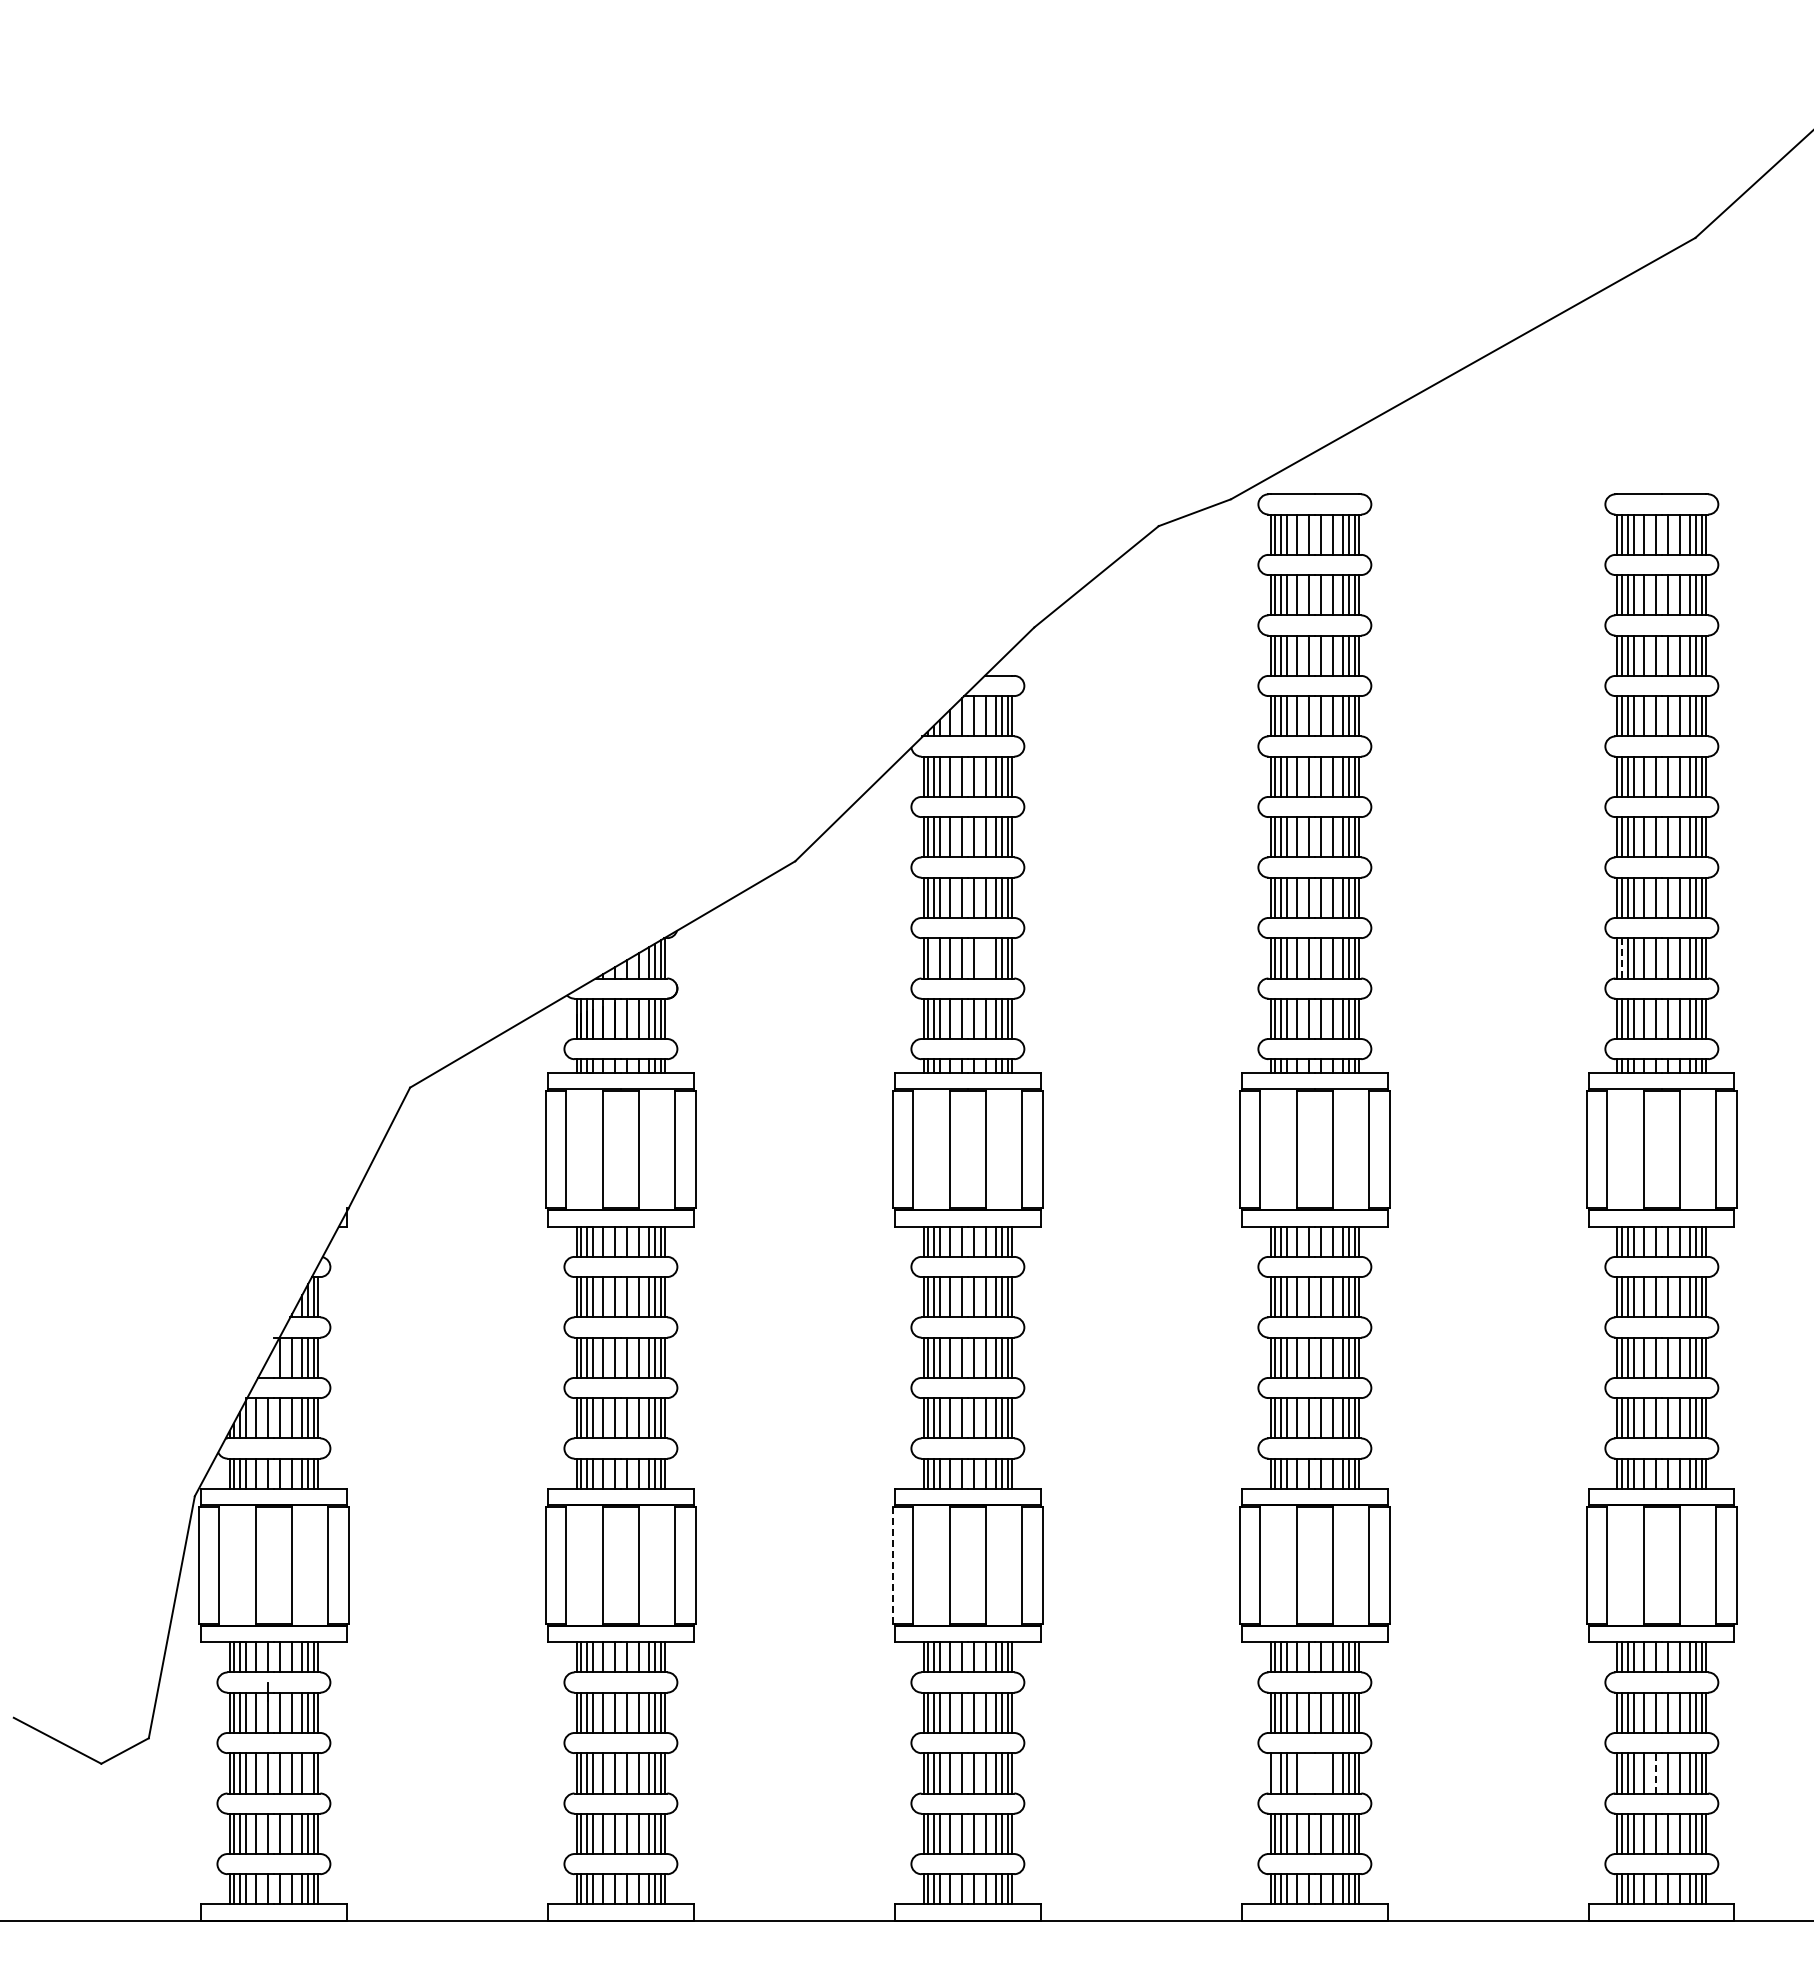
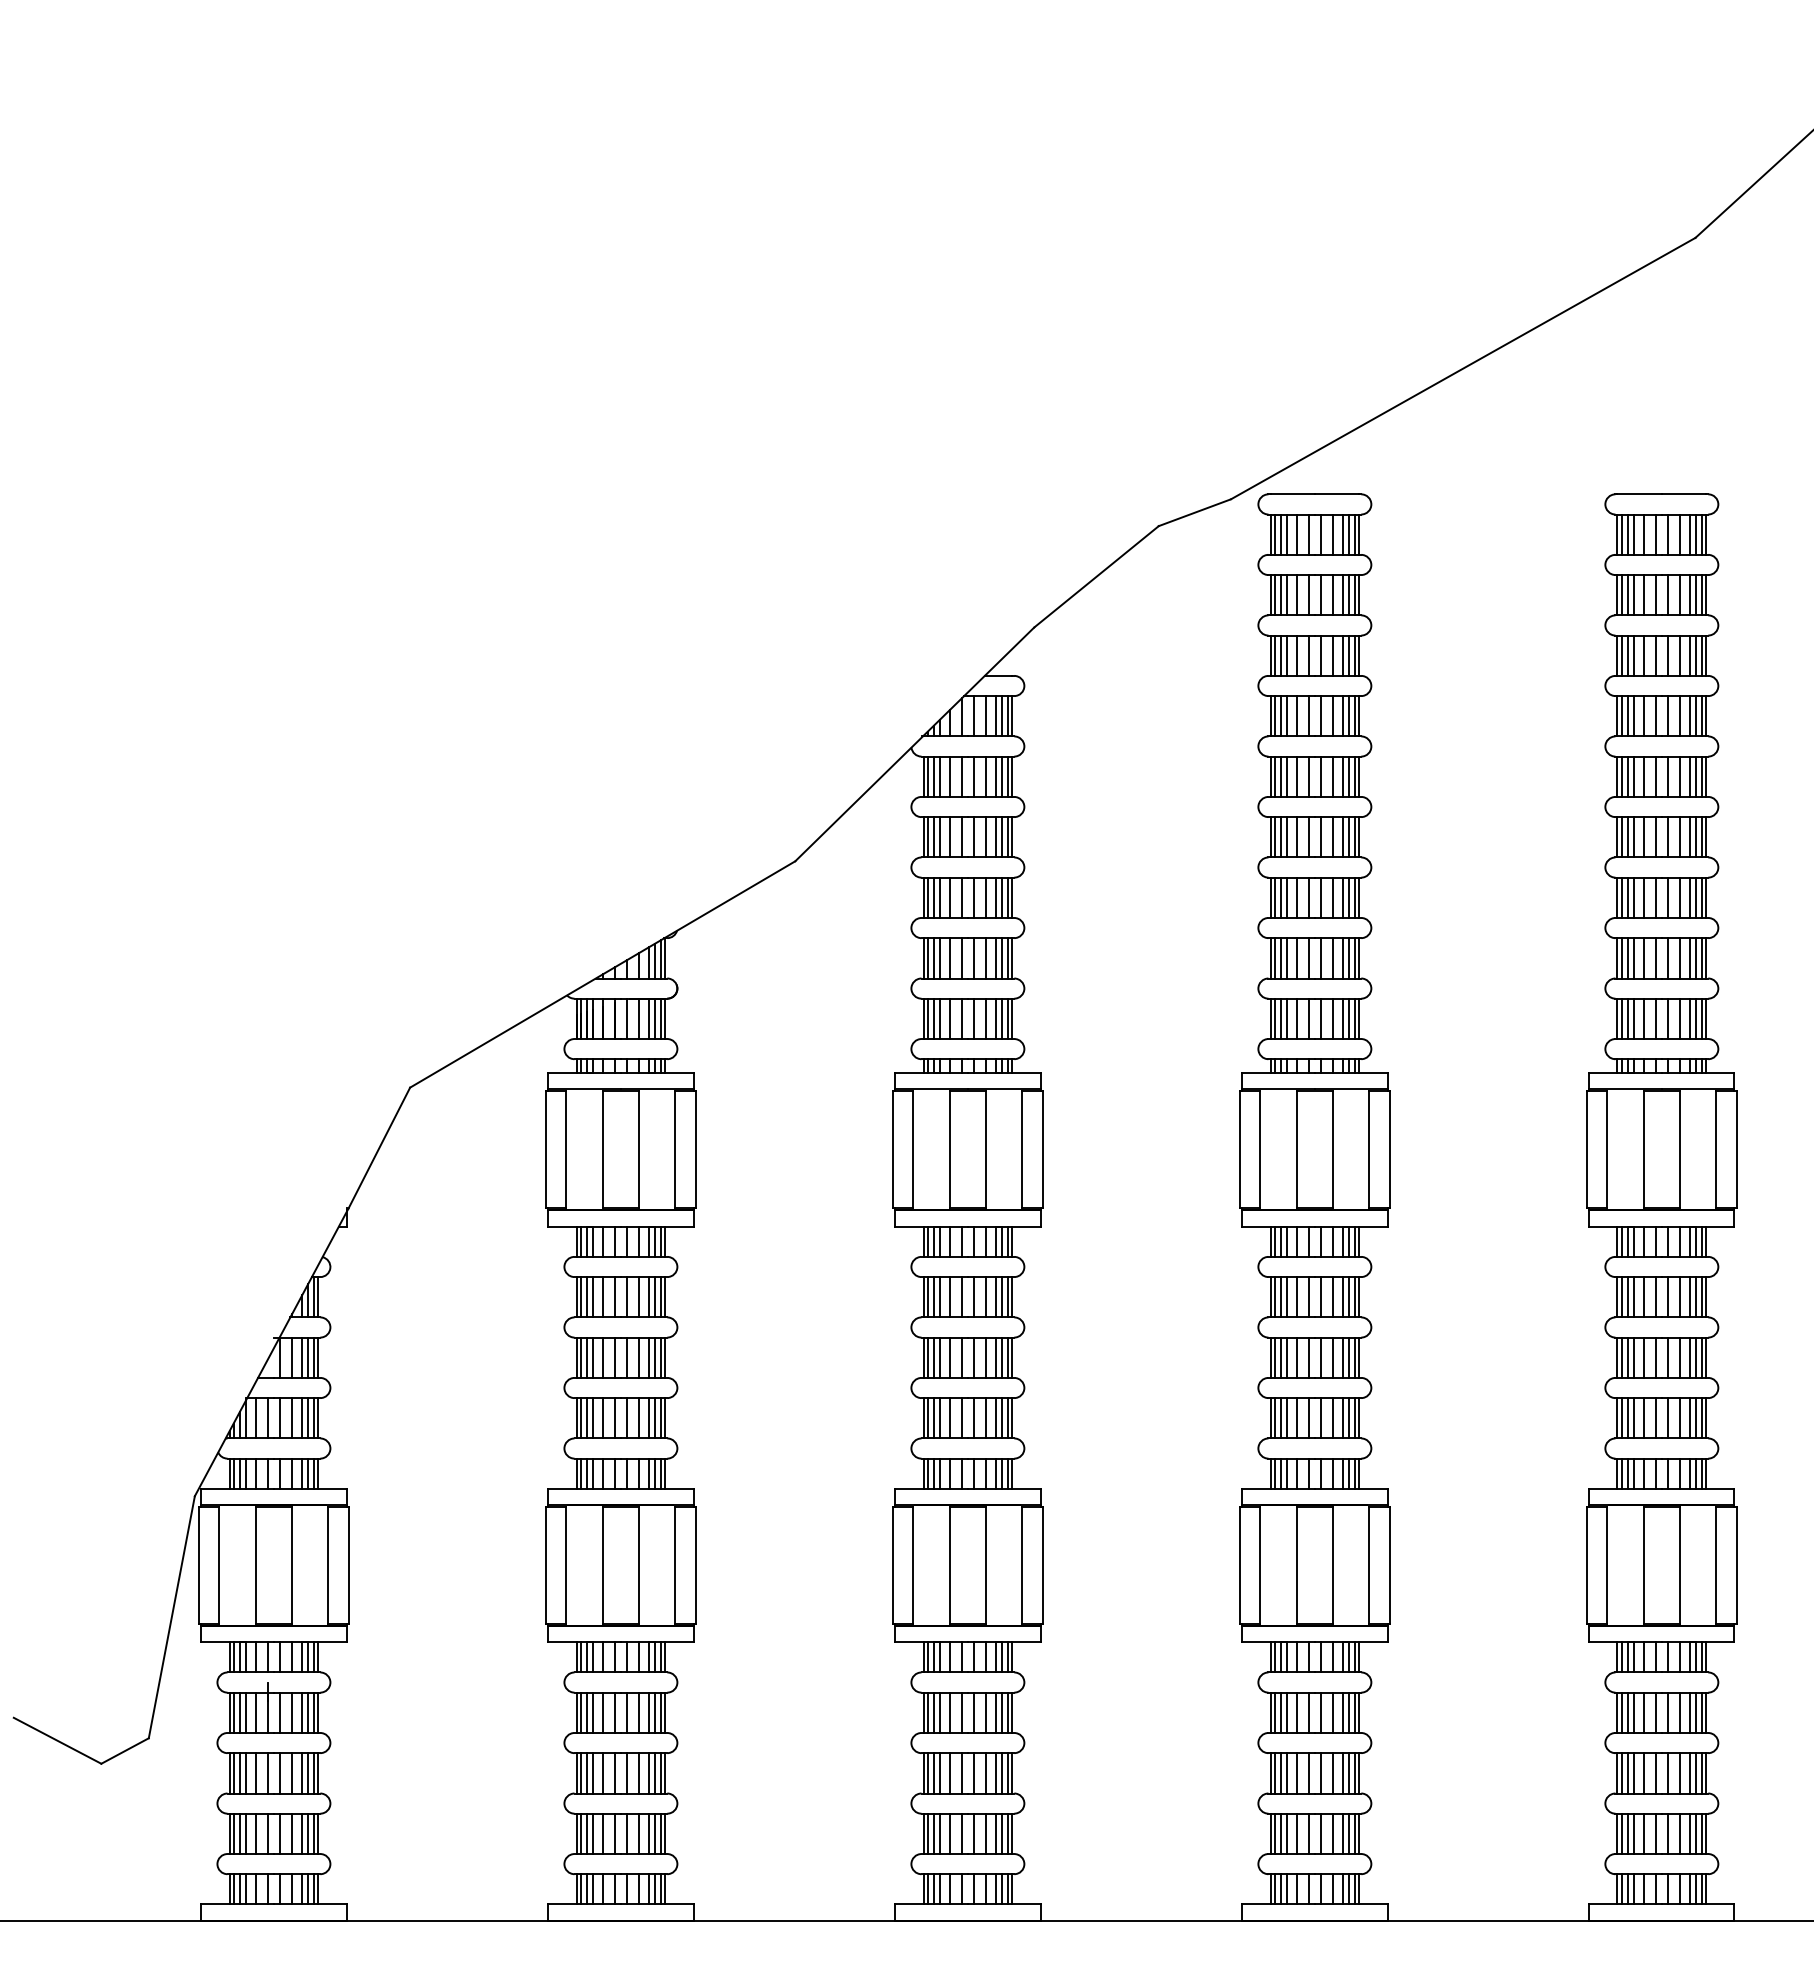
line at (933, 958): none -> present
line at (986, 958): none -> present
line at (1621, 958): dashed -> solid
line at (893, 1565): dashed -> solid
line at (1655, 1772): dashed -> solid
line at (308, 1773): none -> present
line at (1274, 1773): none -> present
line at (1308, 1773): none -> present
line at (1320, 1773): none -> present
